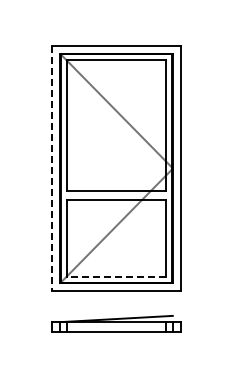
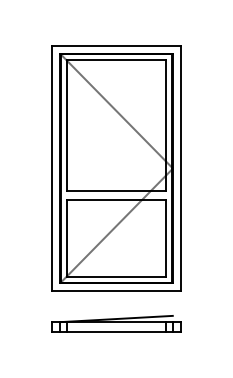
line at (52, 168): dashed -> solid
line at (116, 276): dashed -> solid
